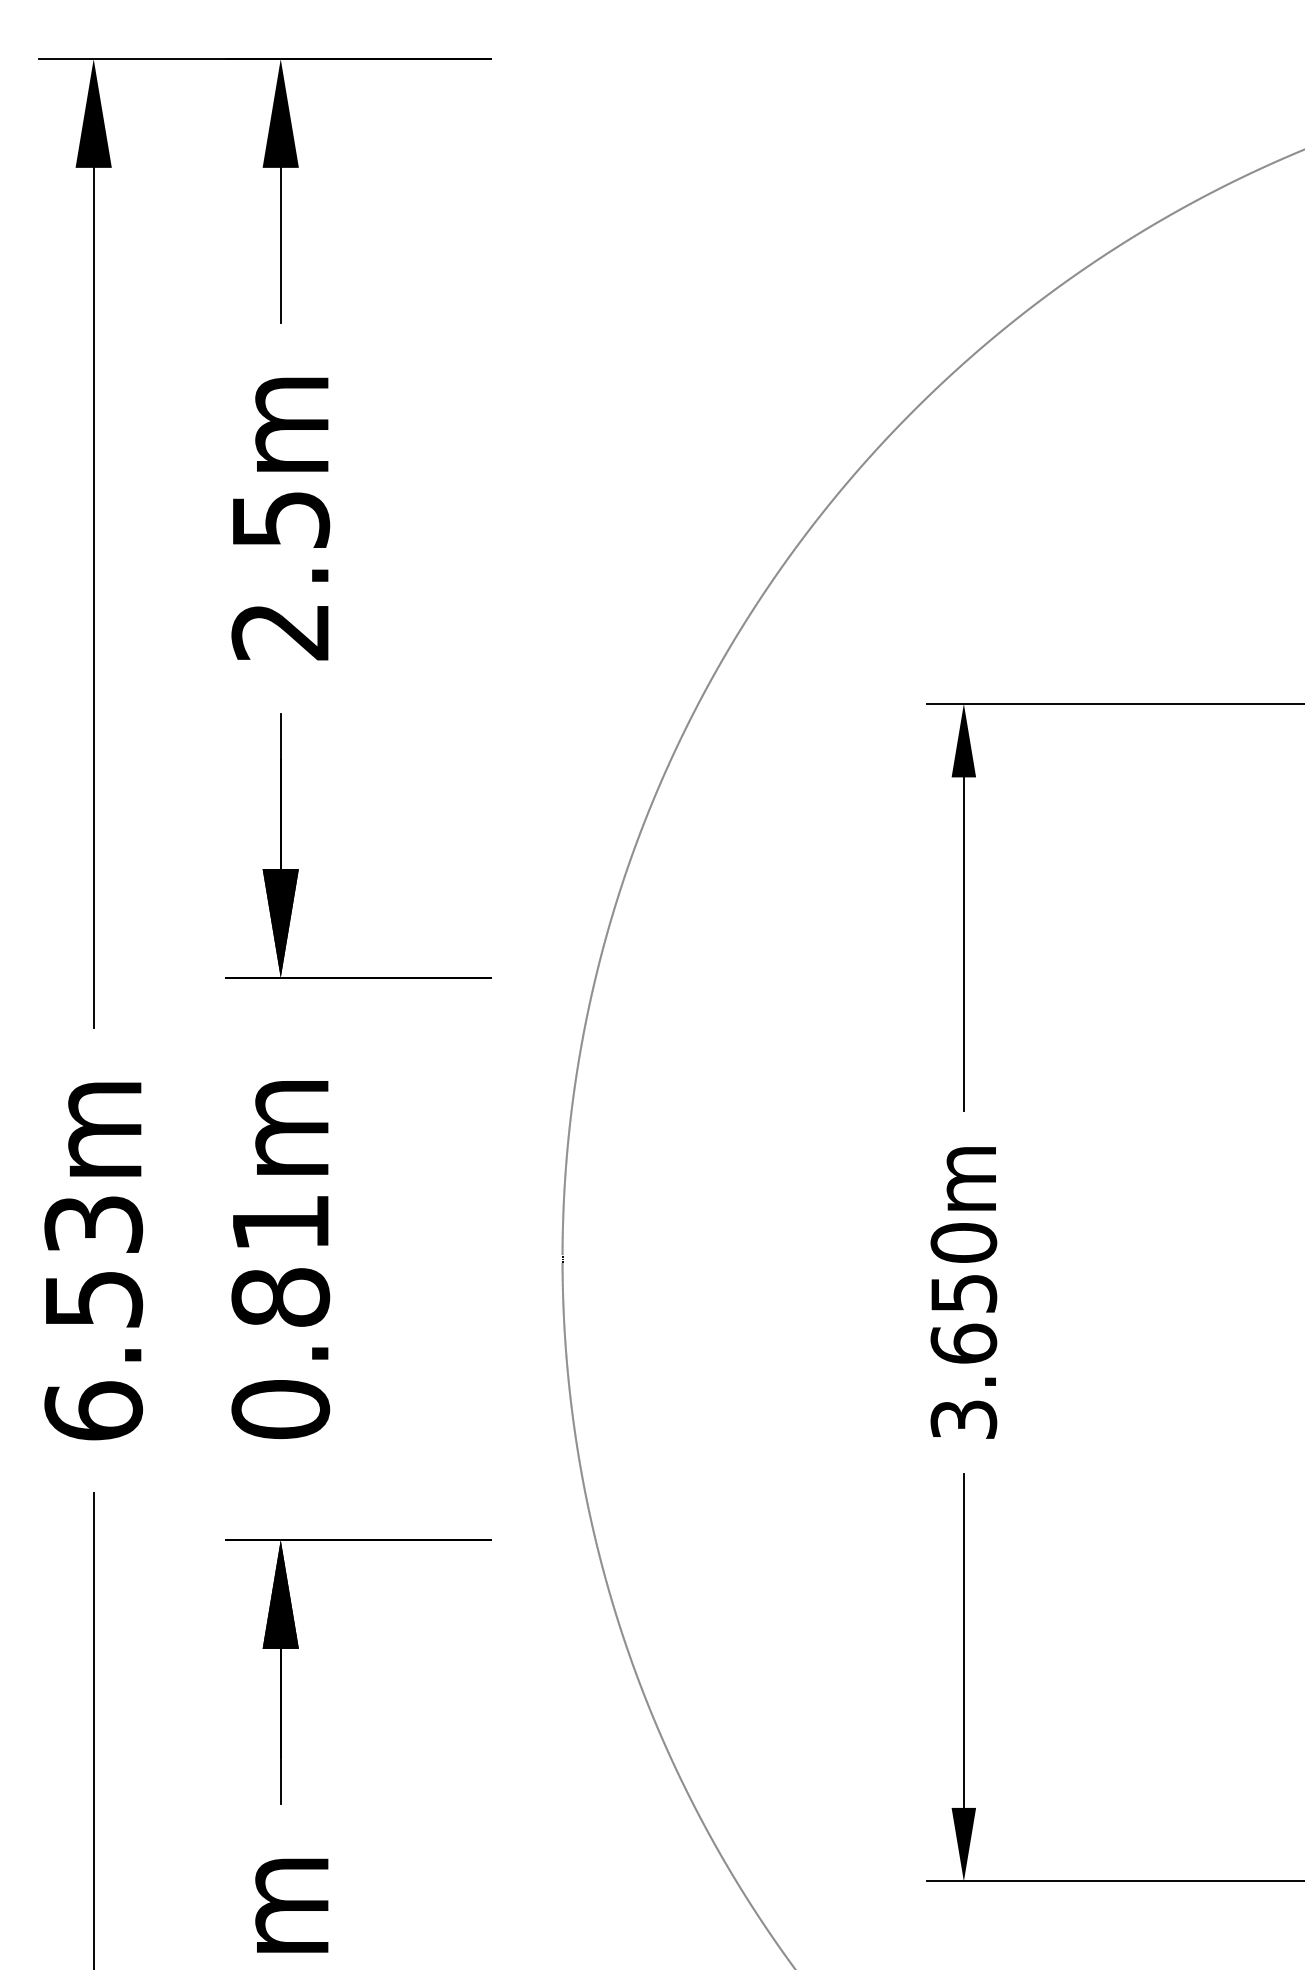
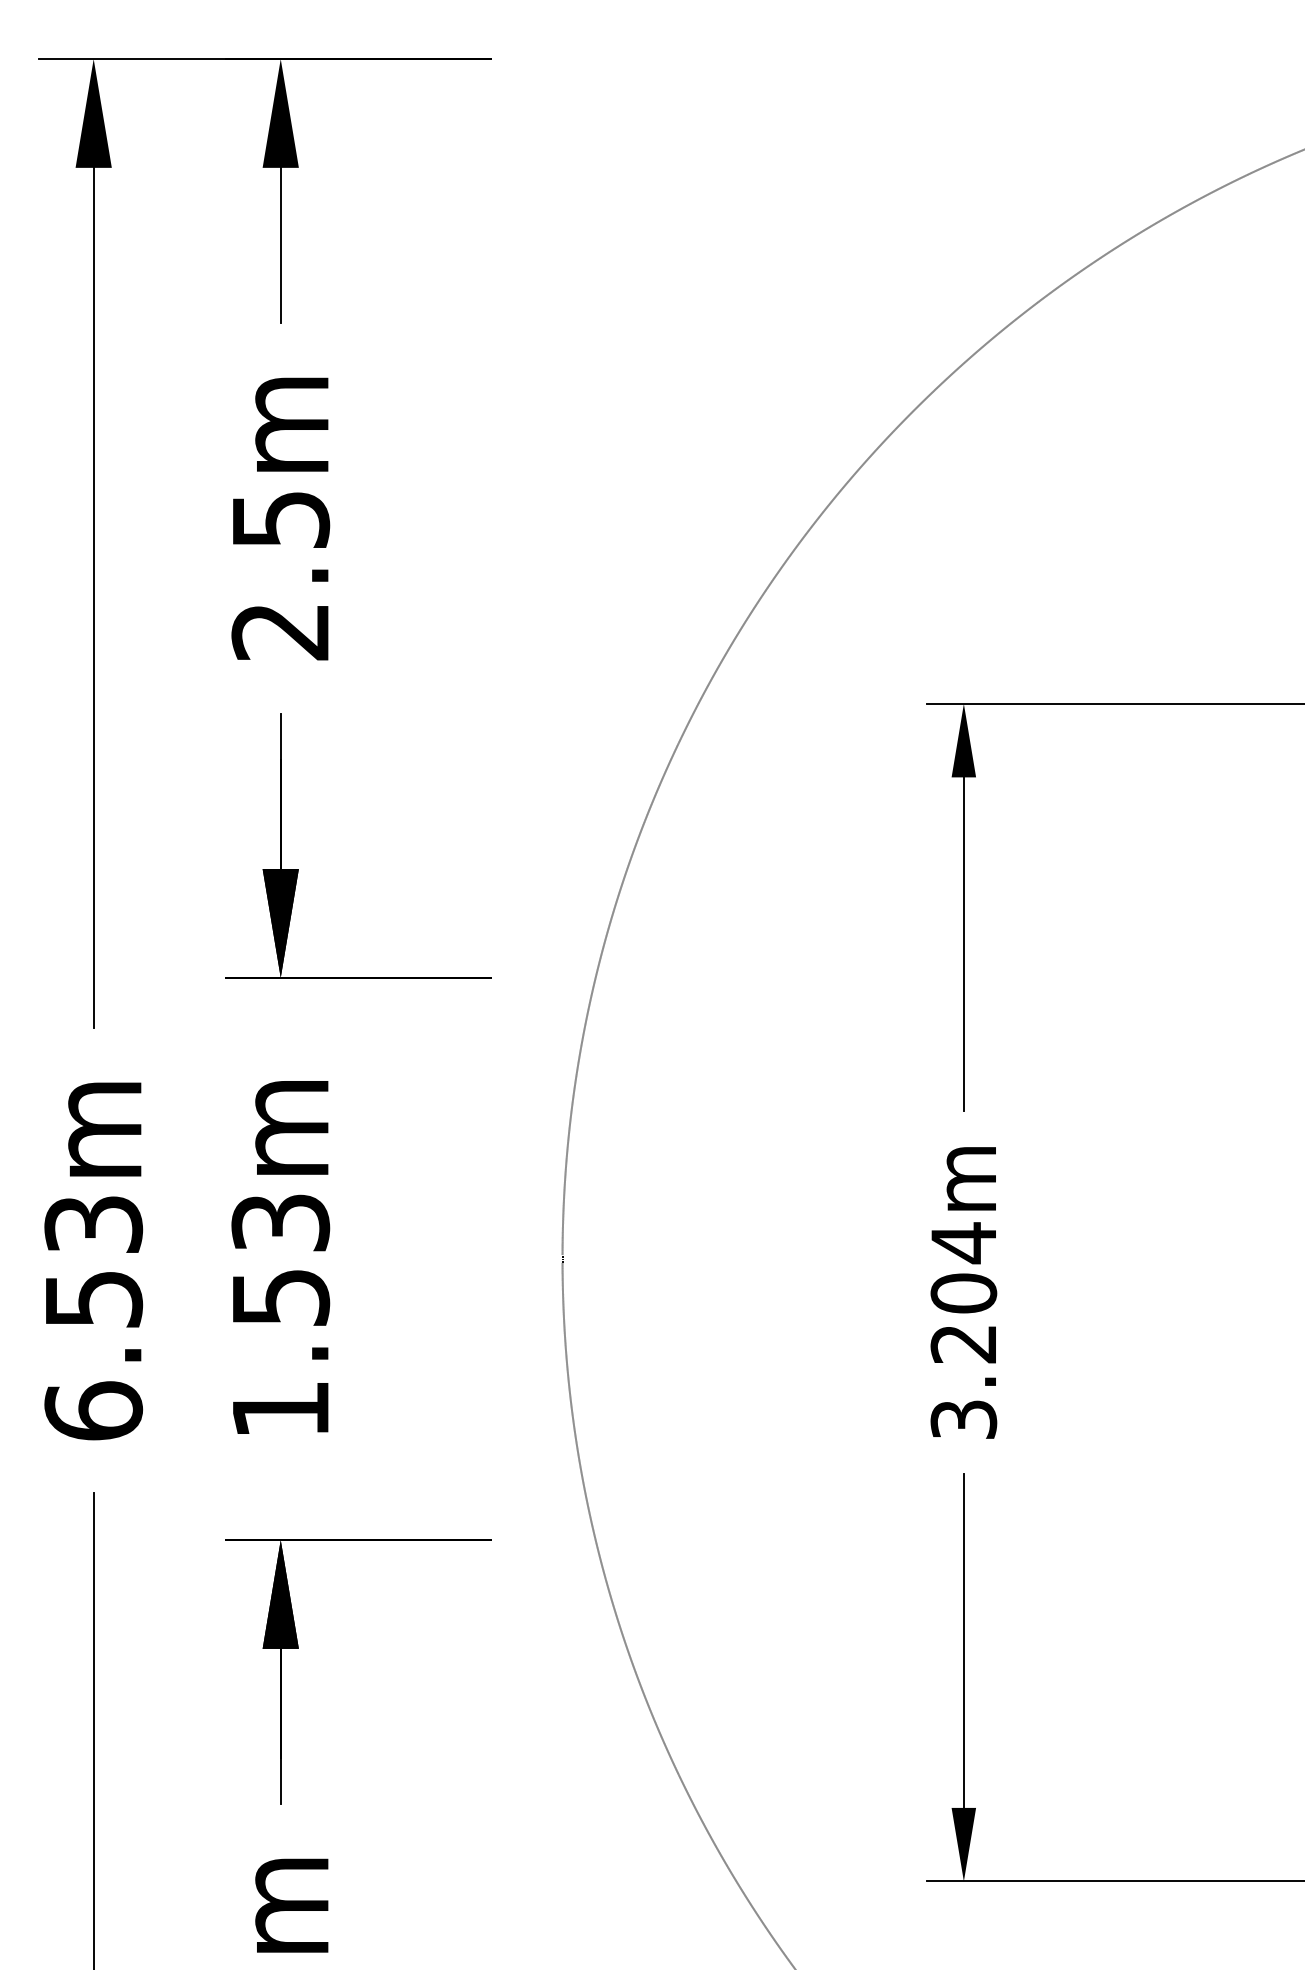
text at (963, 1292): 3.650m -> 3.204m
text at (280, 1316): 0.81m -> 1.53m
